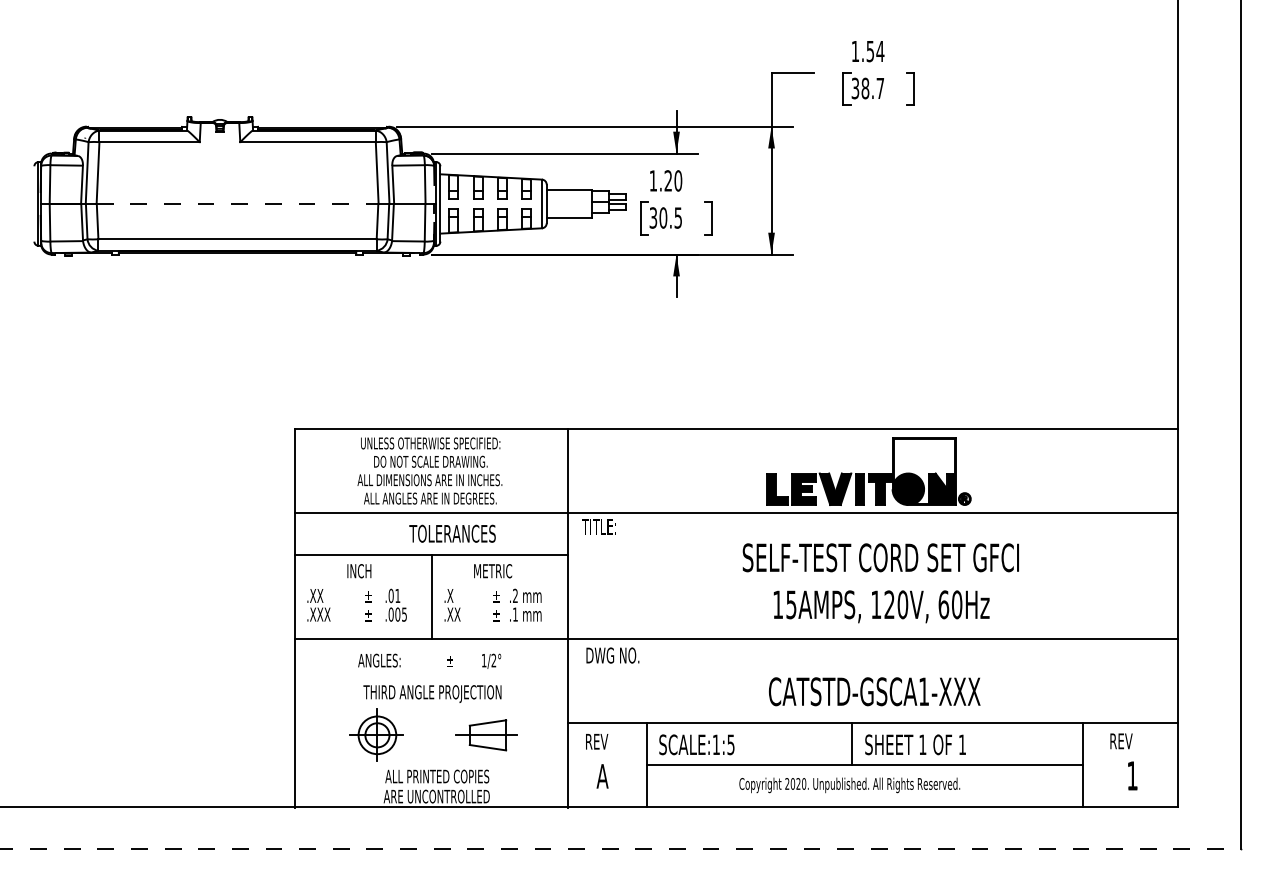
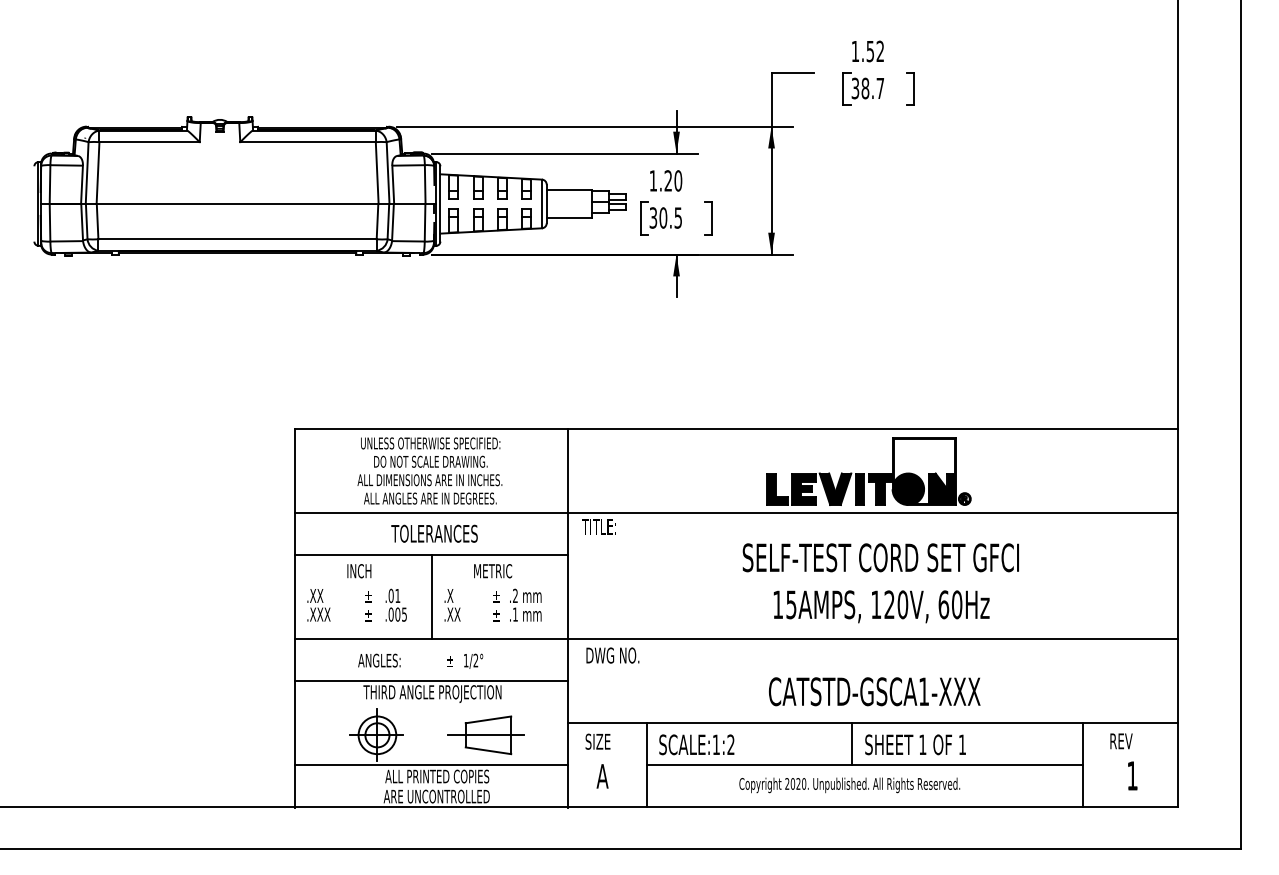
text at (880, 50): 1.54 -> 1.52
line at (237, 203): dashed -> solid
text at (452, 533) position: (452, 533) -> (434, 533)
text at (491, 660) position: (491, 660) -> (473, 660)
line at (431, 681): none -> present
part at (486, 735) size: 63x33 px -> 78x41 px
text at (597, 741): REV -> SIZE
text at (730, 744): SCALE:1:5 -> SCALE:1:2
line at (431, 765): none -> present
line at (620, 848): dashed -> solid
